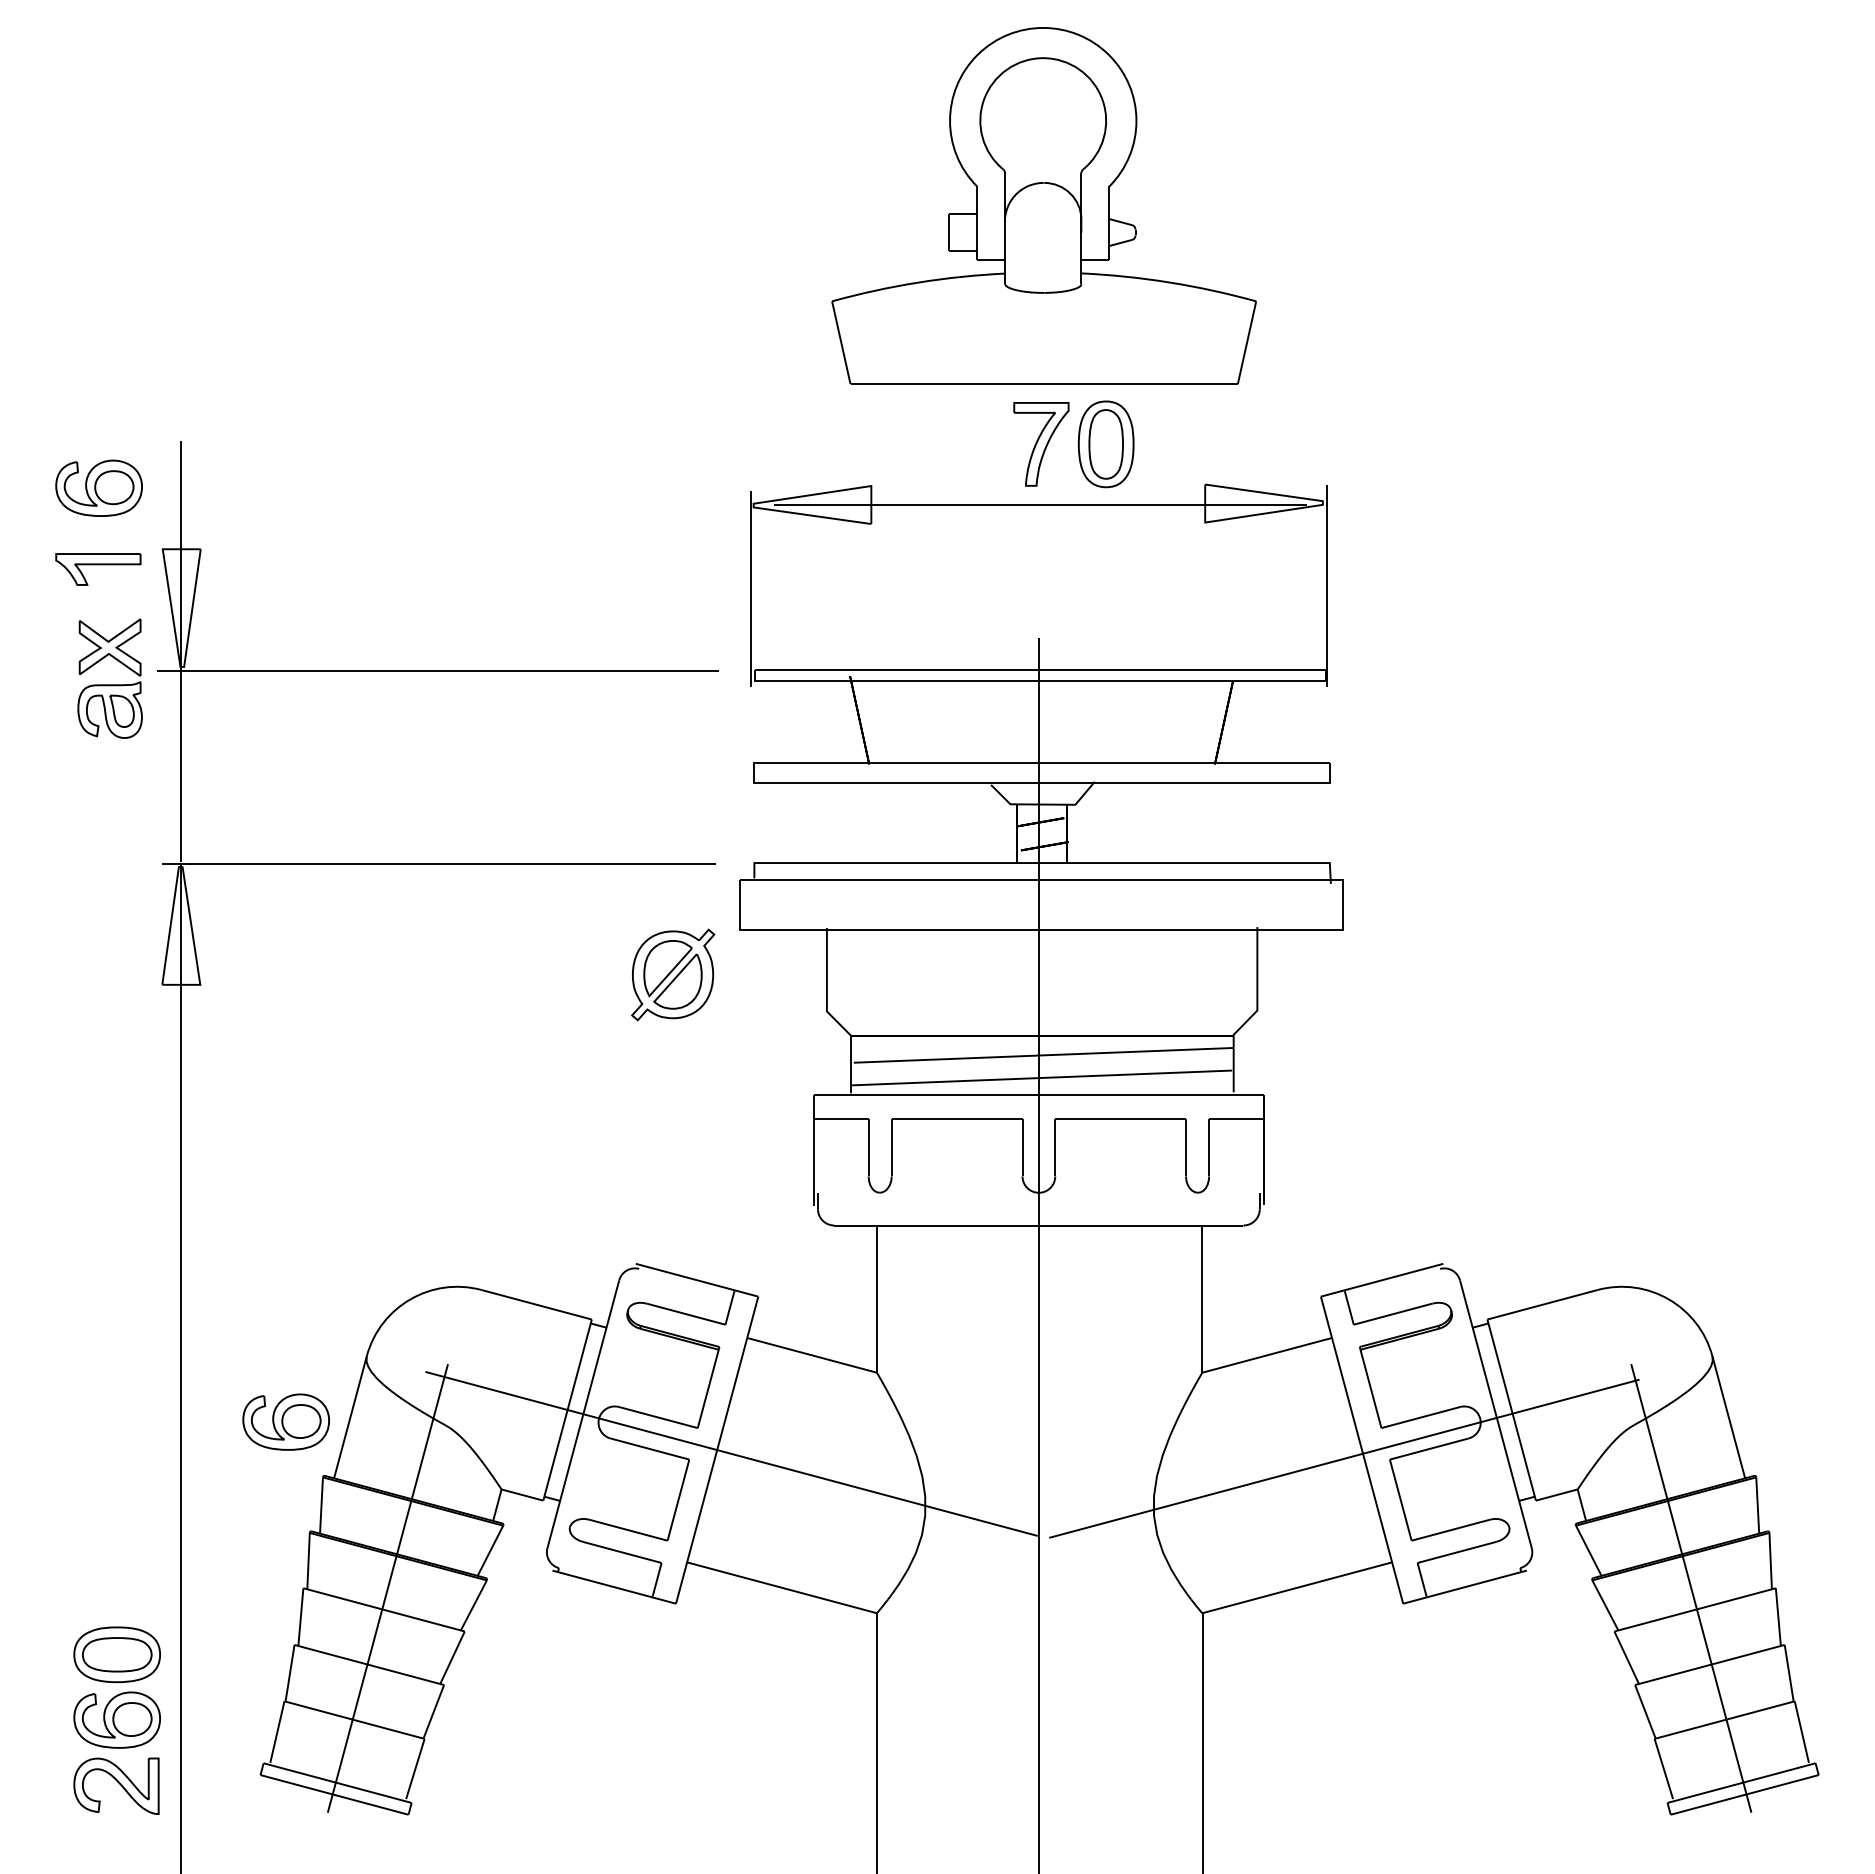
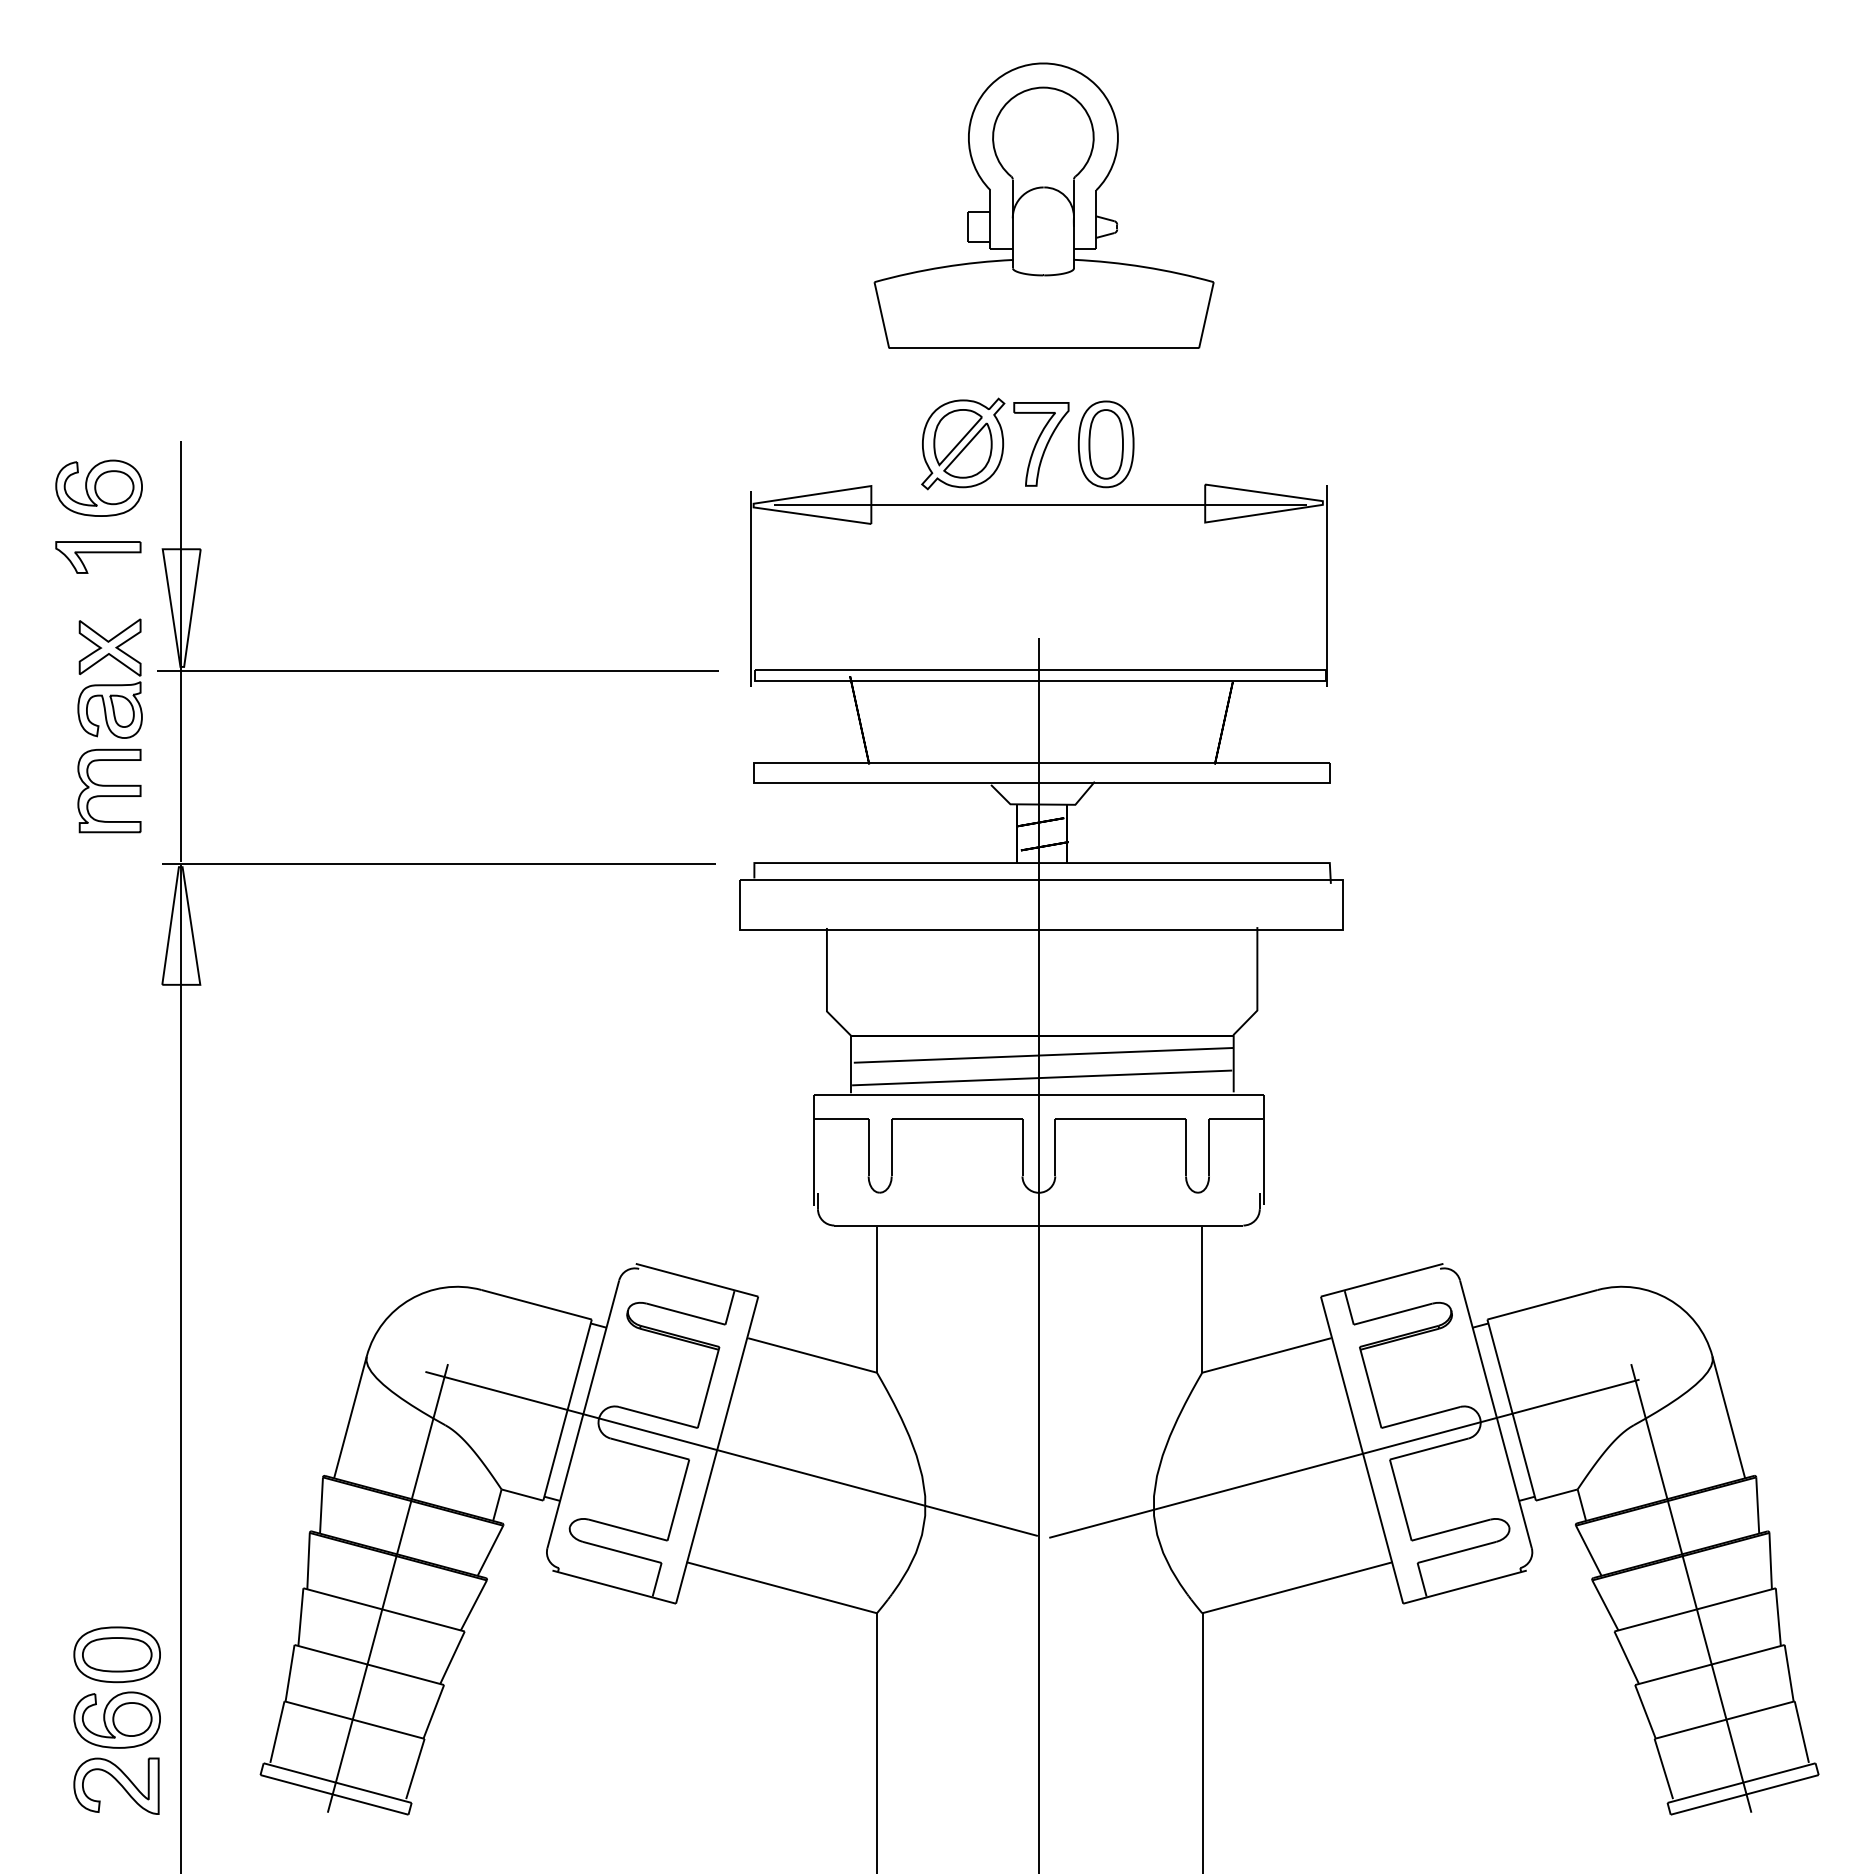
part at (1043, 205) size: 426x358 px -> 342x287 px
part at (98, 569) position: (98, 569) -> (98, 557)
part at (109, 790): none -> present
part at (673, 974) position: (673, 974) -> (963, 443)
part at (285, 1421): present -> none
